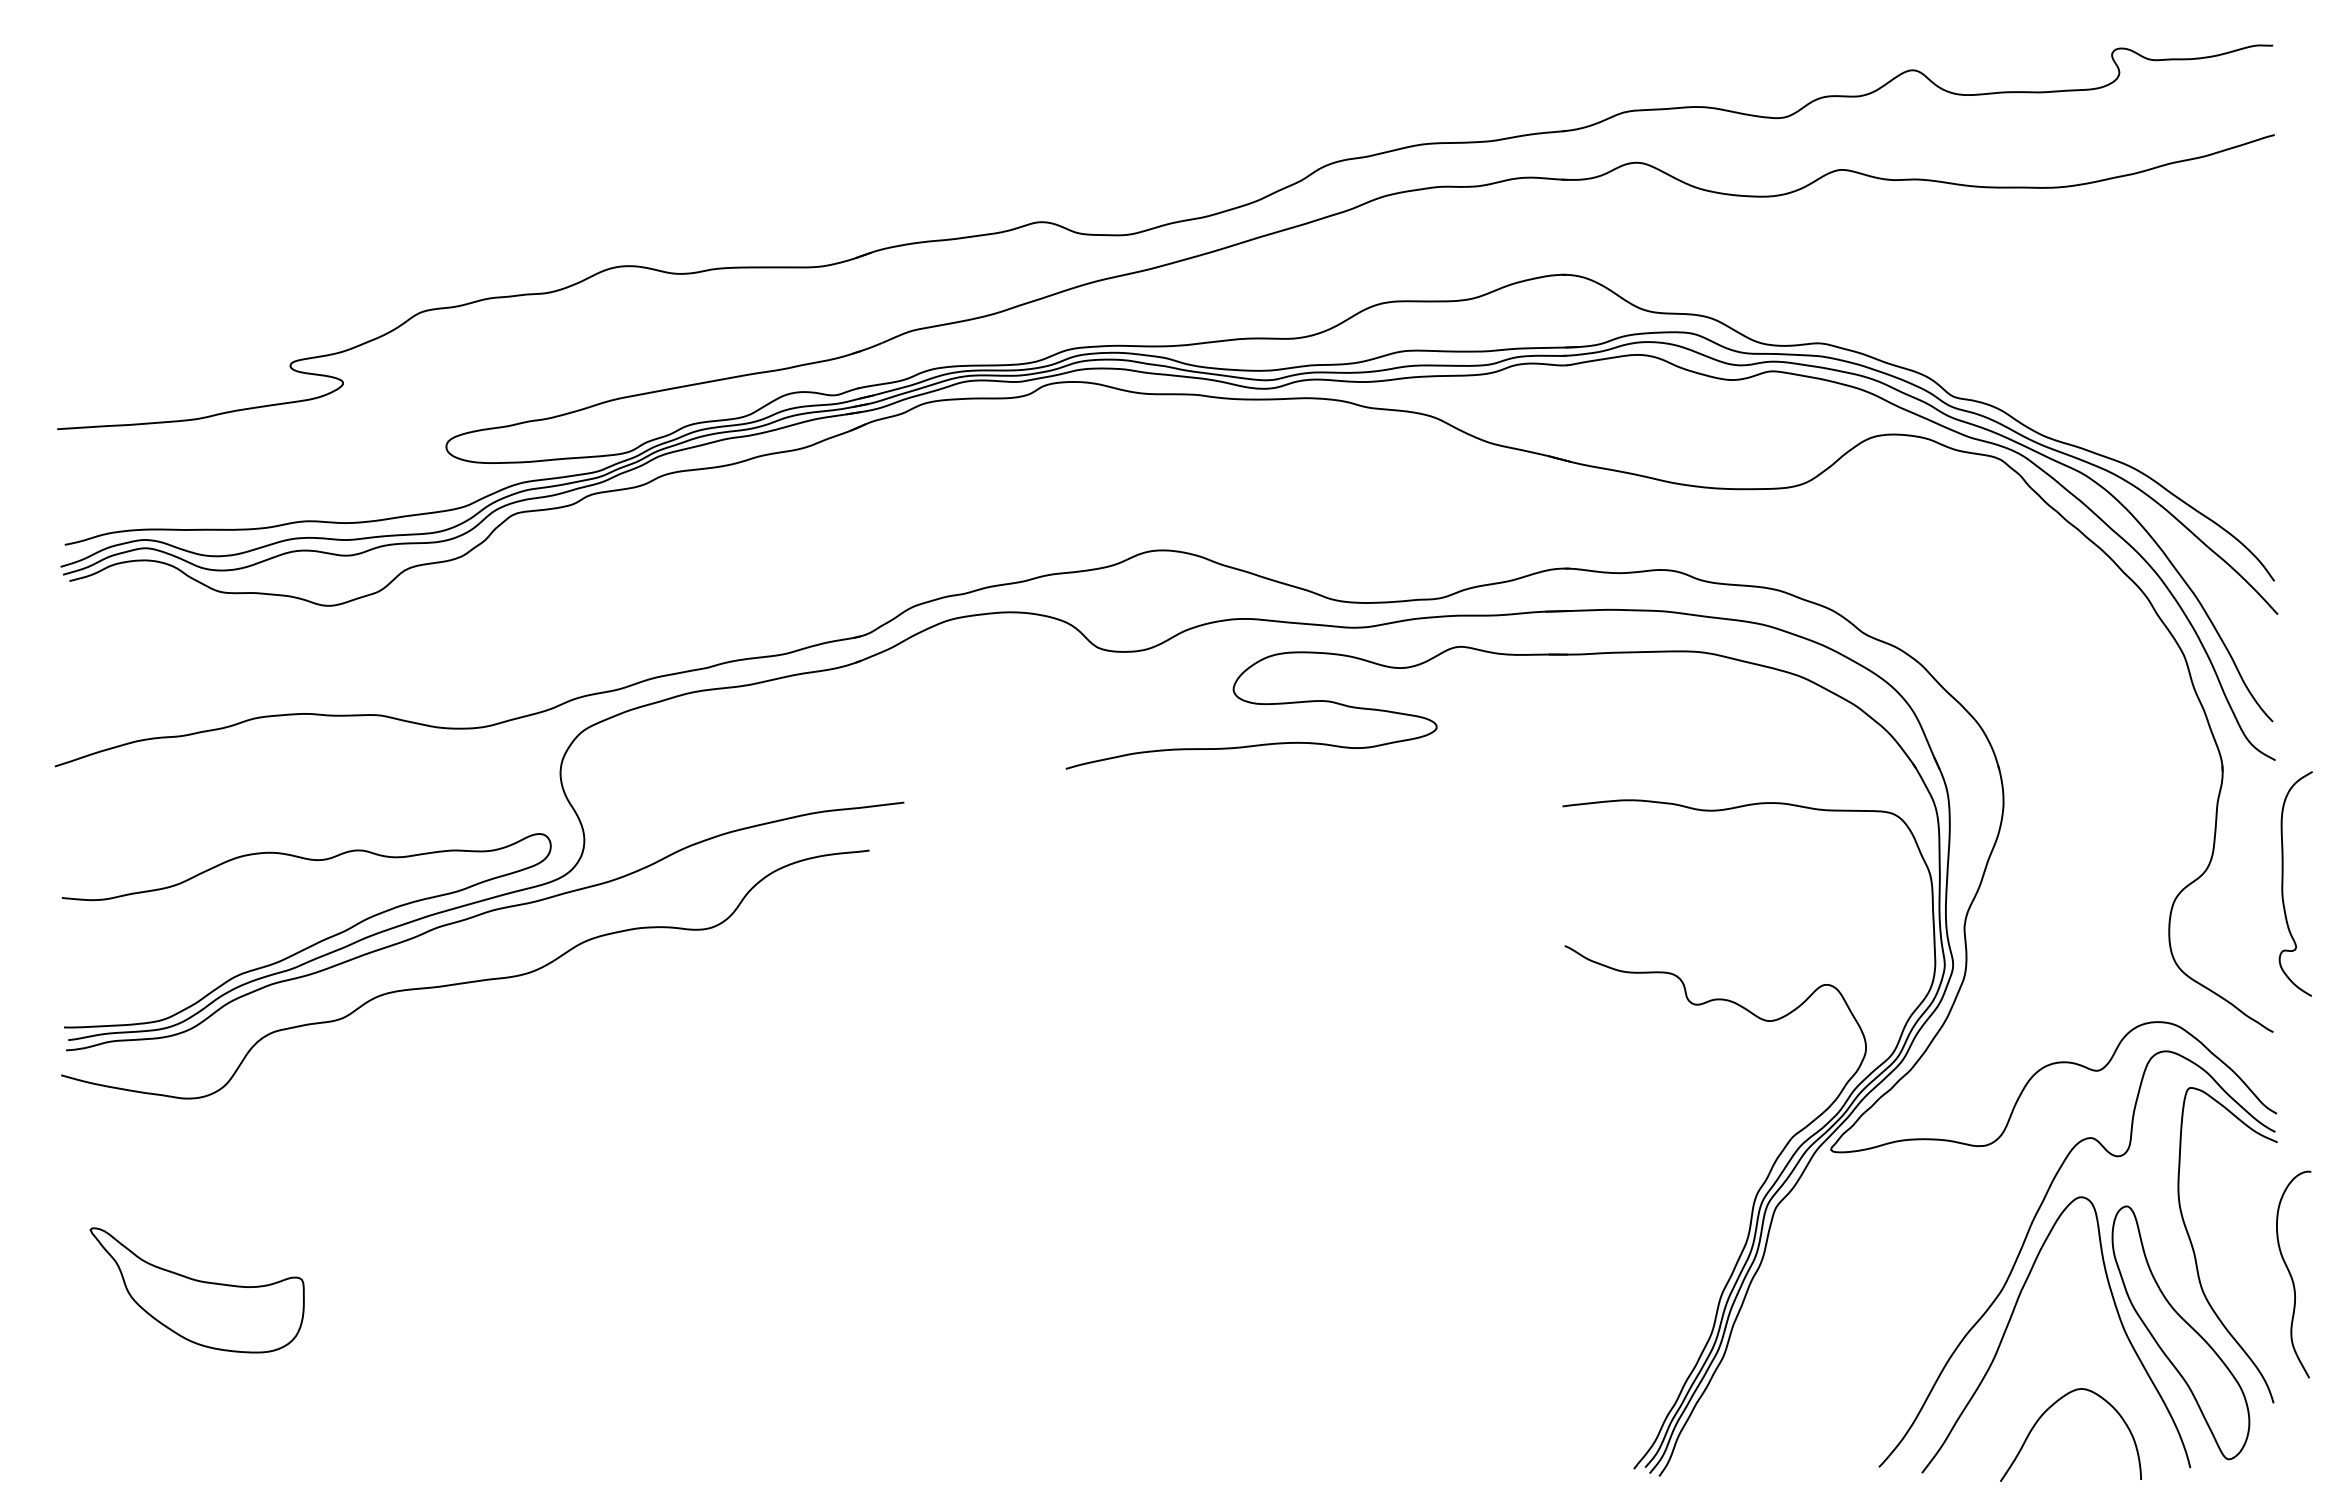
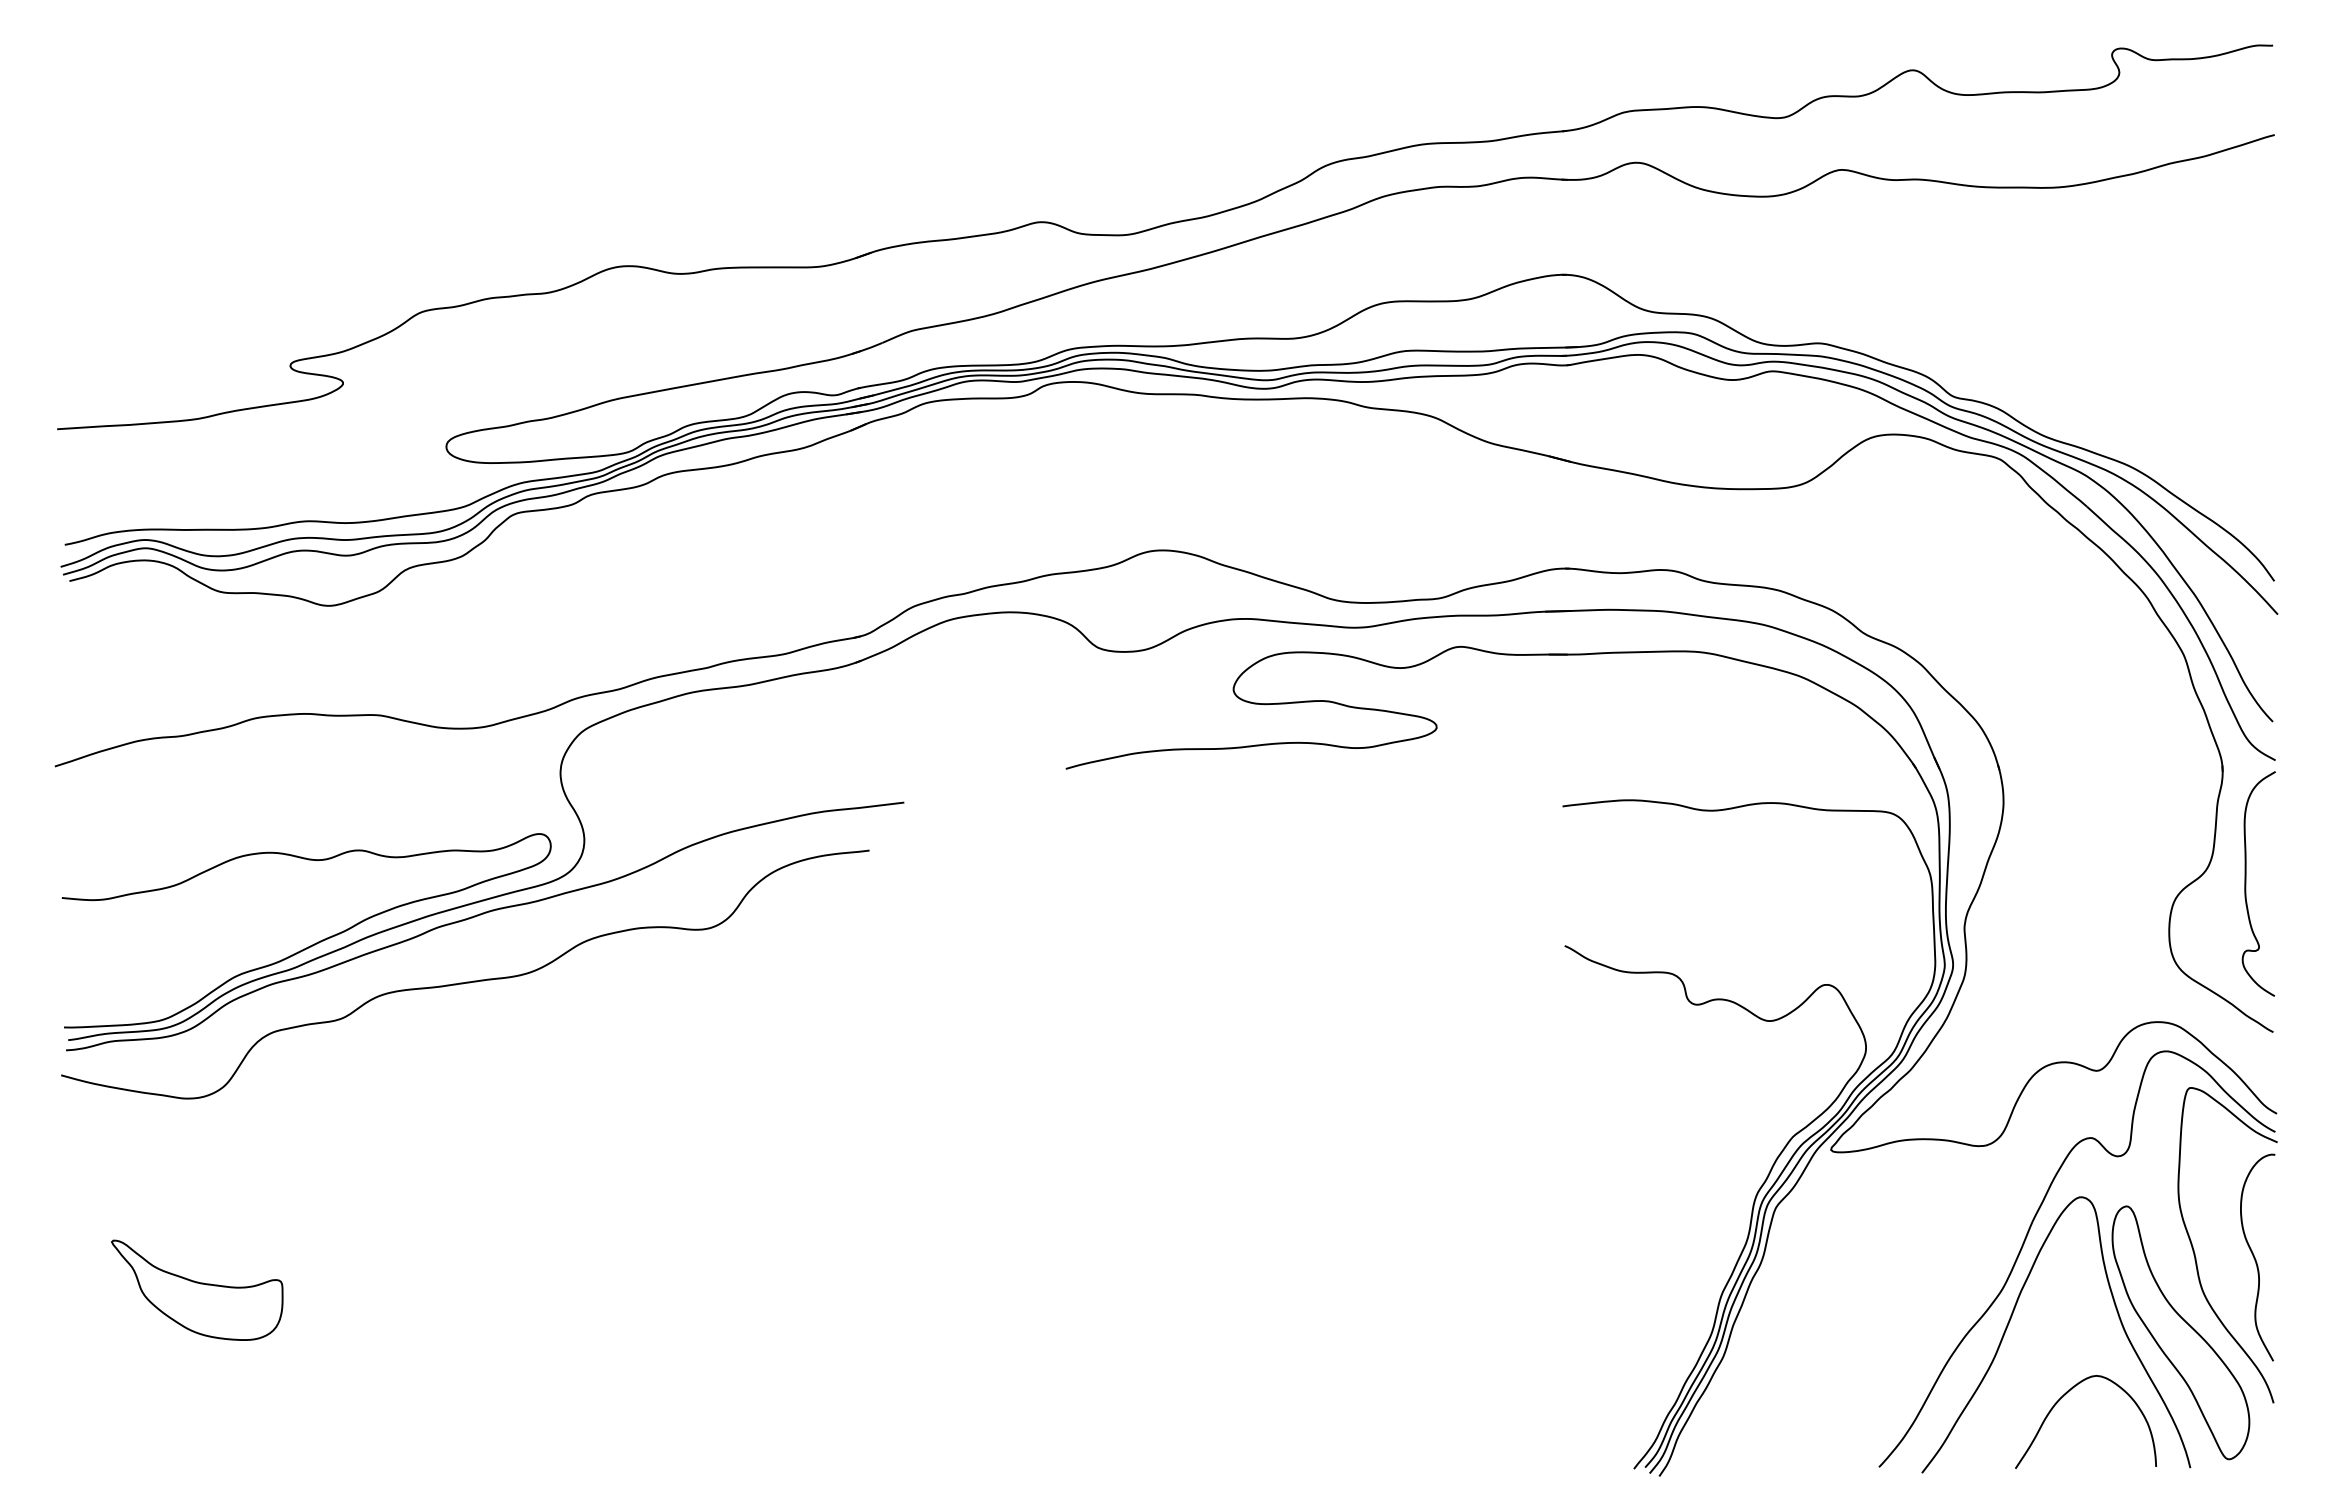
curve at (2283, 883) position: (2283, 883) -> (2246, 883)
curve at (2291, 1274) position: (2291, 1274) -> (2255, 1257)
part at (196, 1290) size: 216x127 px -> 173x102 px
curve at (2049, 1409) position: (2049, 1409) -> (2064, 1396)
